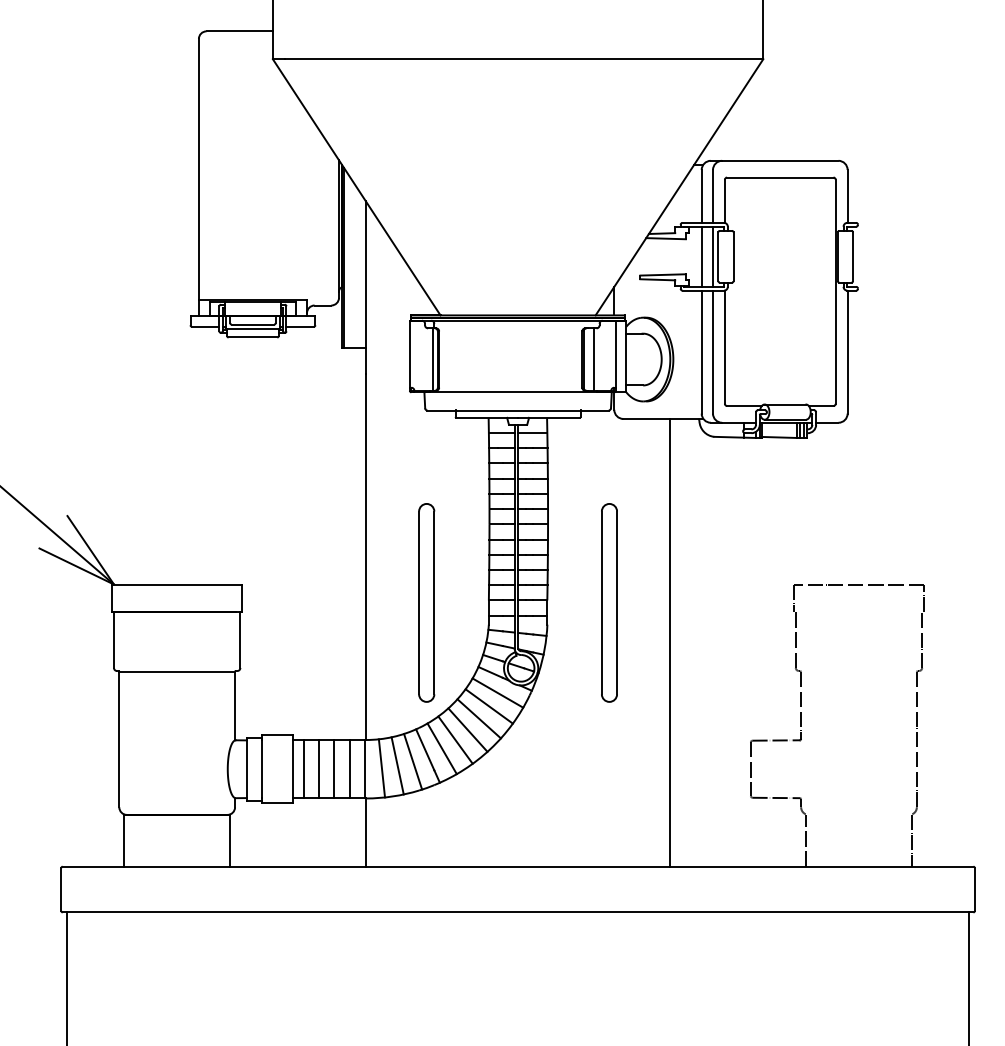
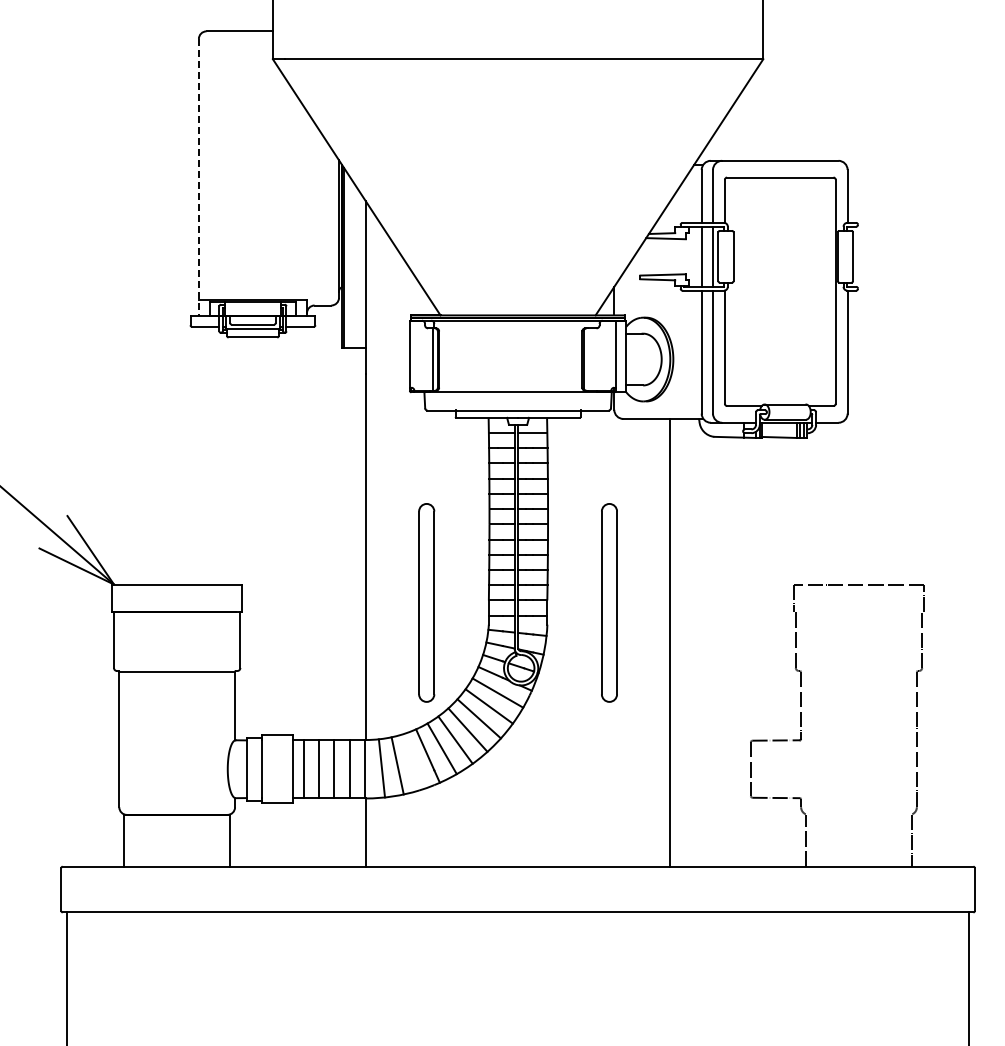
line at (198, 177): solid -> dashed
line at (593, 359): present -> none
line at (413, 761): present -> none
